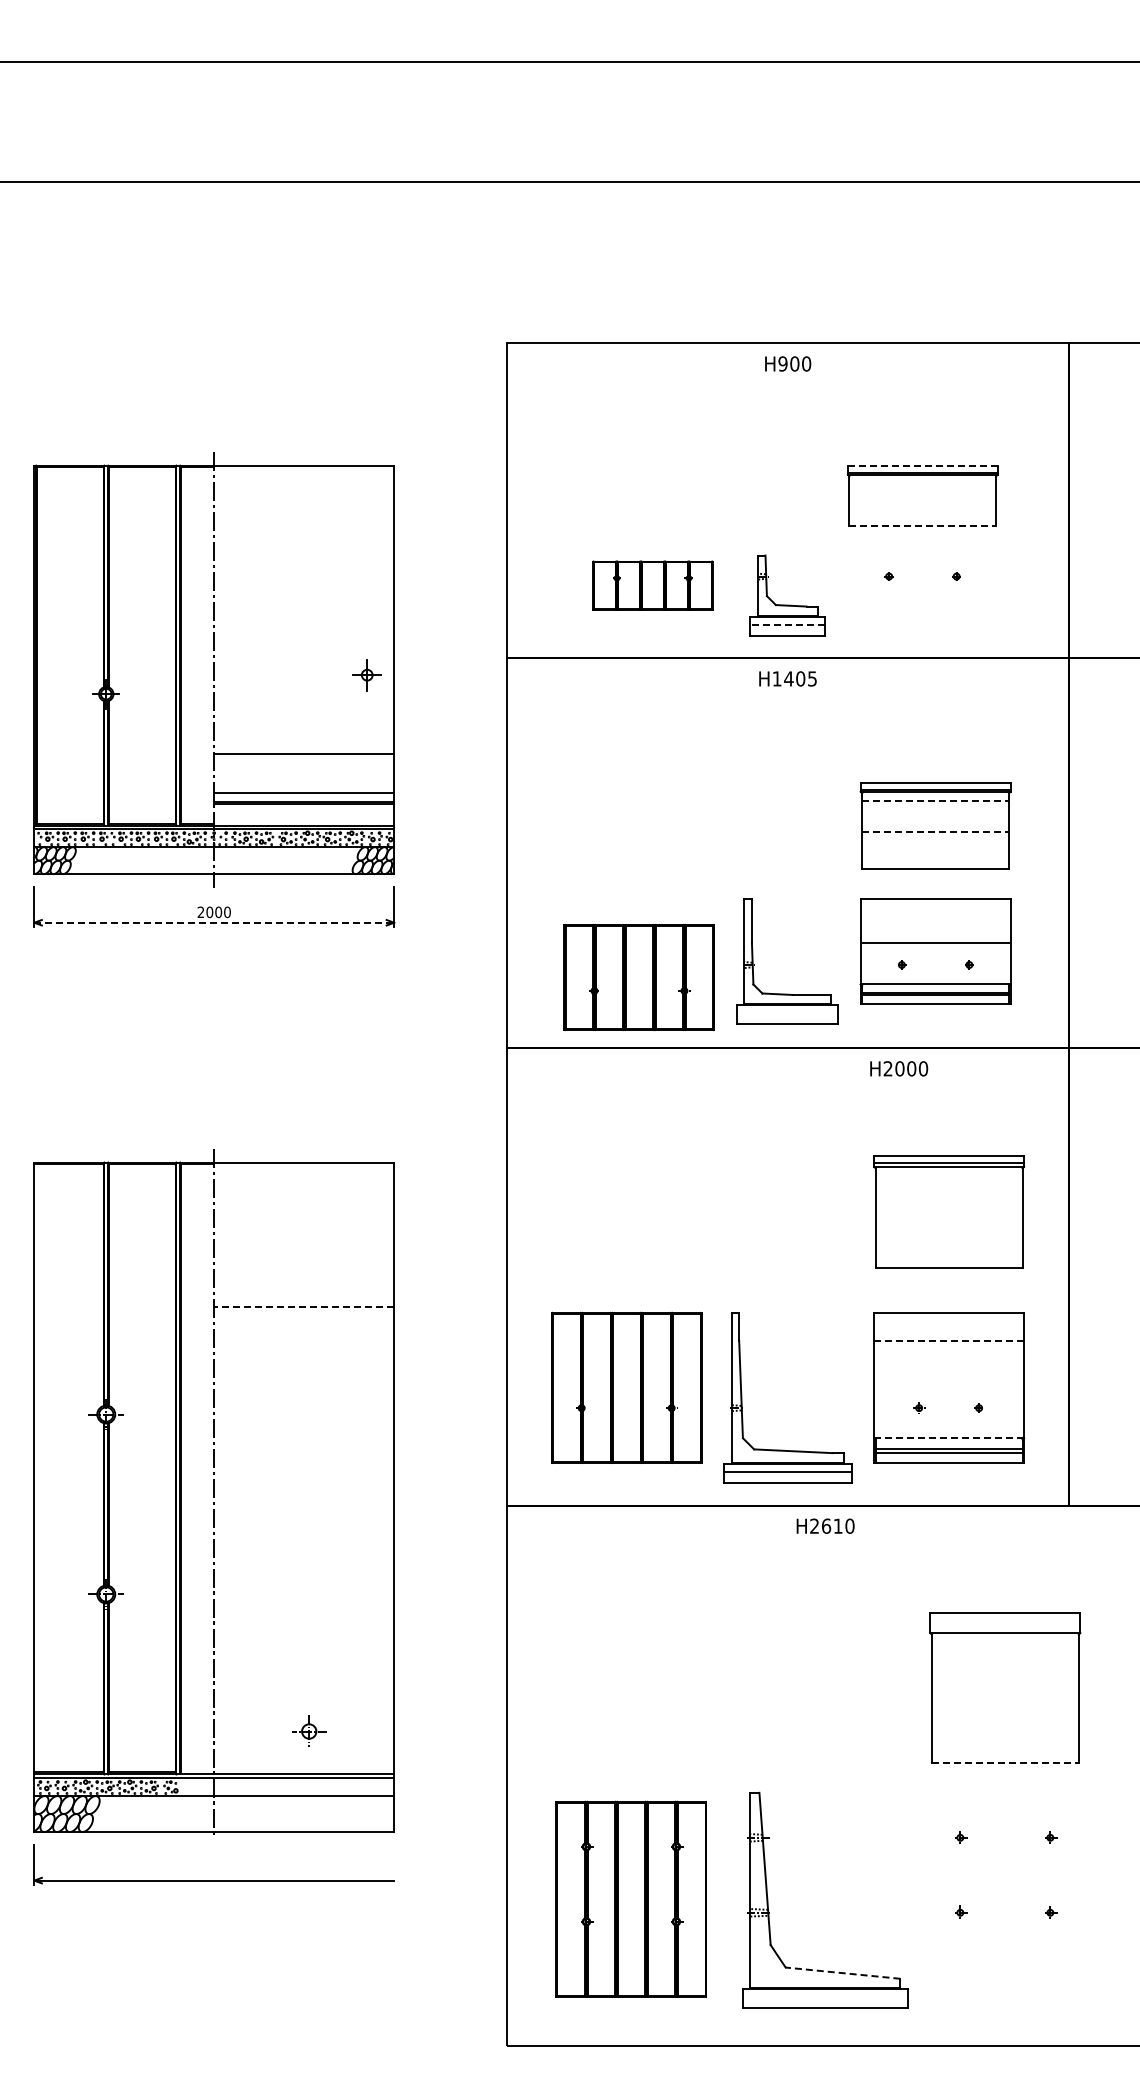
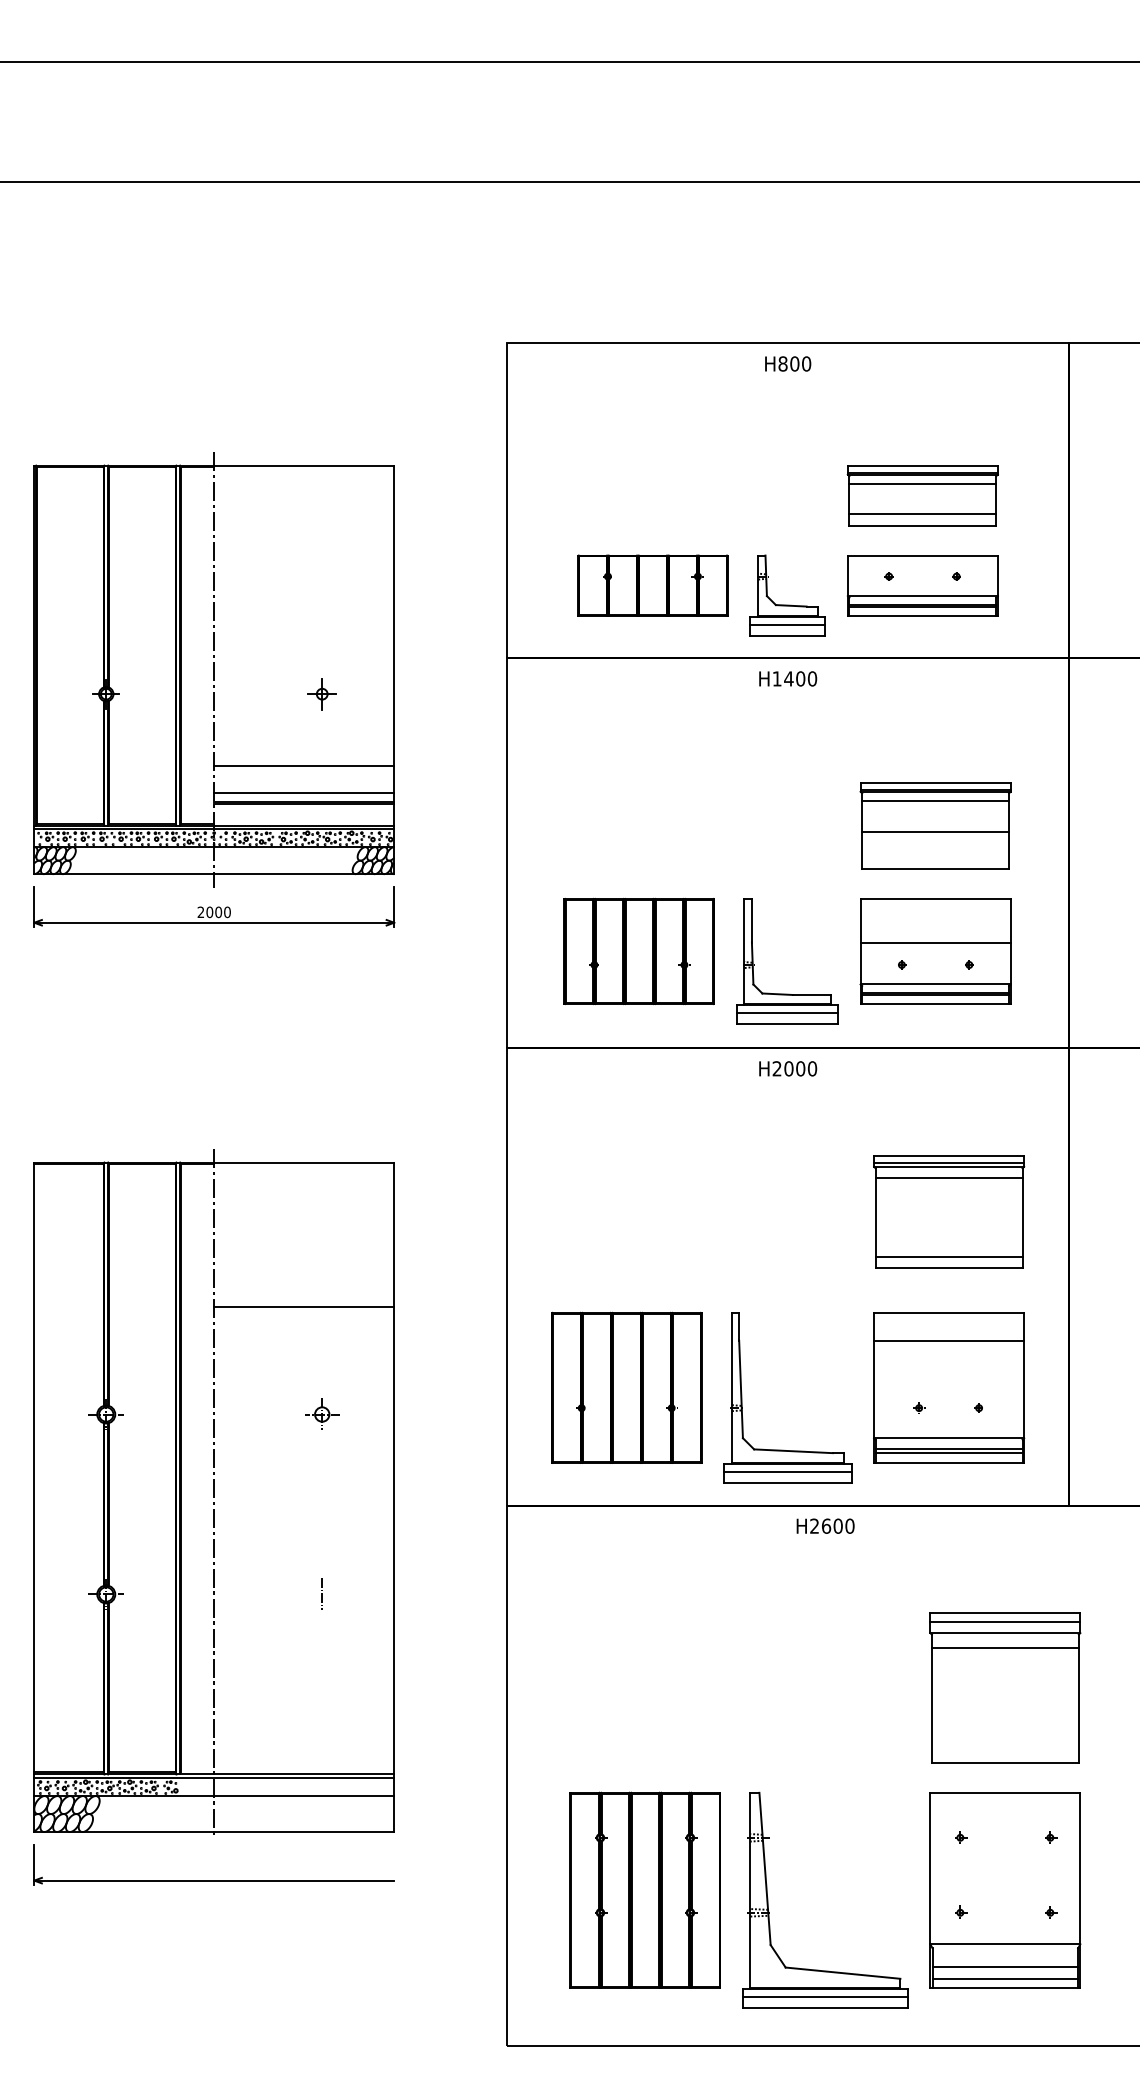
text at (782, 363): H900 -> H800
line at (922, 465): dashed -> solid
line at (922, 483): none -> present
line at (922, 514): none -> present
line at (923, 525): dashed -> solid
part at (652, 585) size: 122x51 px -> 152x63 px
part at (922, 585): none -> present
line at (787, 624): dashed -> solid
part at (366, 675) position: (366, 675) -> (321, 694)
text at (812, 678): H1405 -> H1400
line at (304, 754) position: (304, 754) -> (304, 766)
line at (936, 800): dashed -> solid
line at (936, 831): dashed -> solid
line at (214, 922): dashed -> solid
part at (638, 977) position: (638, 977) -> (638, 951)
line at (787, 1012): none -> present
text at (899, 1068) position: (899, 1068) -> (788, 1068)
line at (948, 1178): none -> present
line at (948, 1256): none -> present
line at (304, 1306): dashed -> solid
line at (949, 1340): dashed -> solid
line at (949, 1438): dashed -> solid
text at (837, 1525): H2610 -> H2600
line at (322, 1594): none -> present
line at (1005, 1621): none -> present
line at (1004, 1648): none -> present
part at (309, 1730) position: (309, 1730) -> (322, 1413)
line at (1005, 1762): dashed -> solid
part at (1005, 1890): none -> present
part at (630, 1898) position: (630, 1898) -> (644, 1889)
line at (843, 1973): dashed -> solid
line at (824, 1996): none -> present
